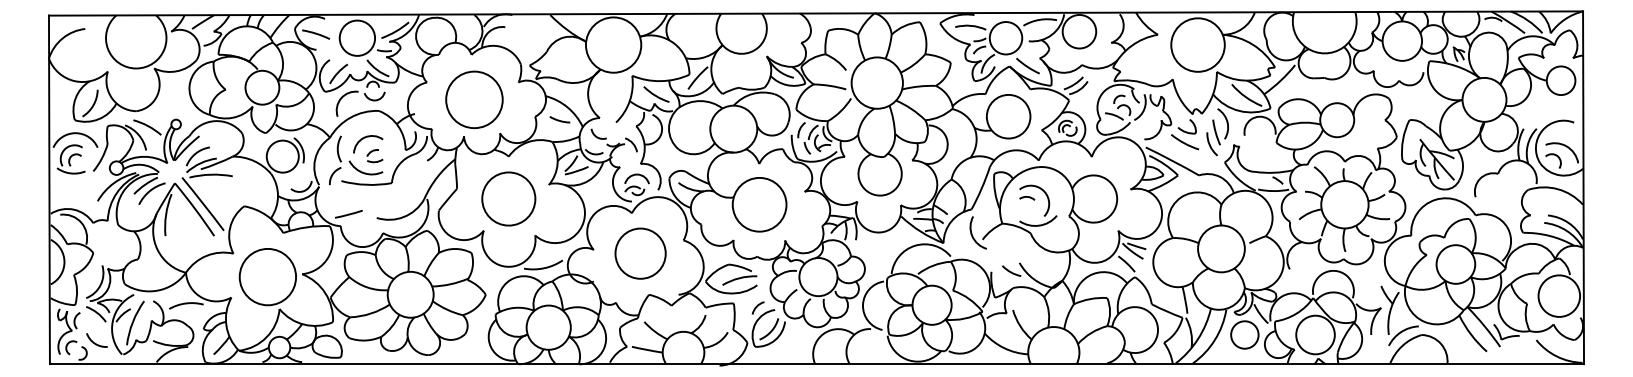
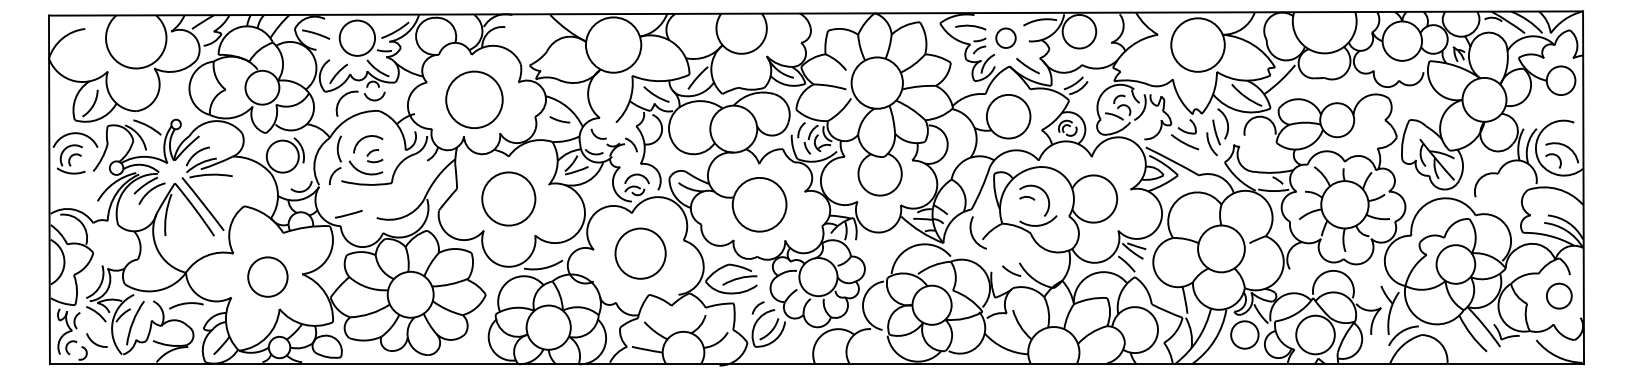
circle at (1005, 38) diameter: 32 px -> 19 px
circle at (267, 276) diameter: 56 px -> 39 px
circle at (1559, 295) diameter: 42 px -> 25 px
